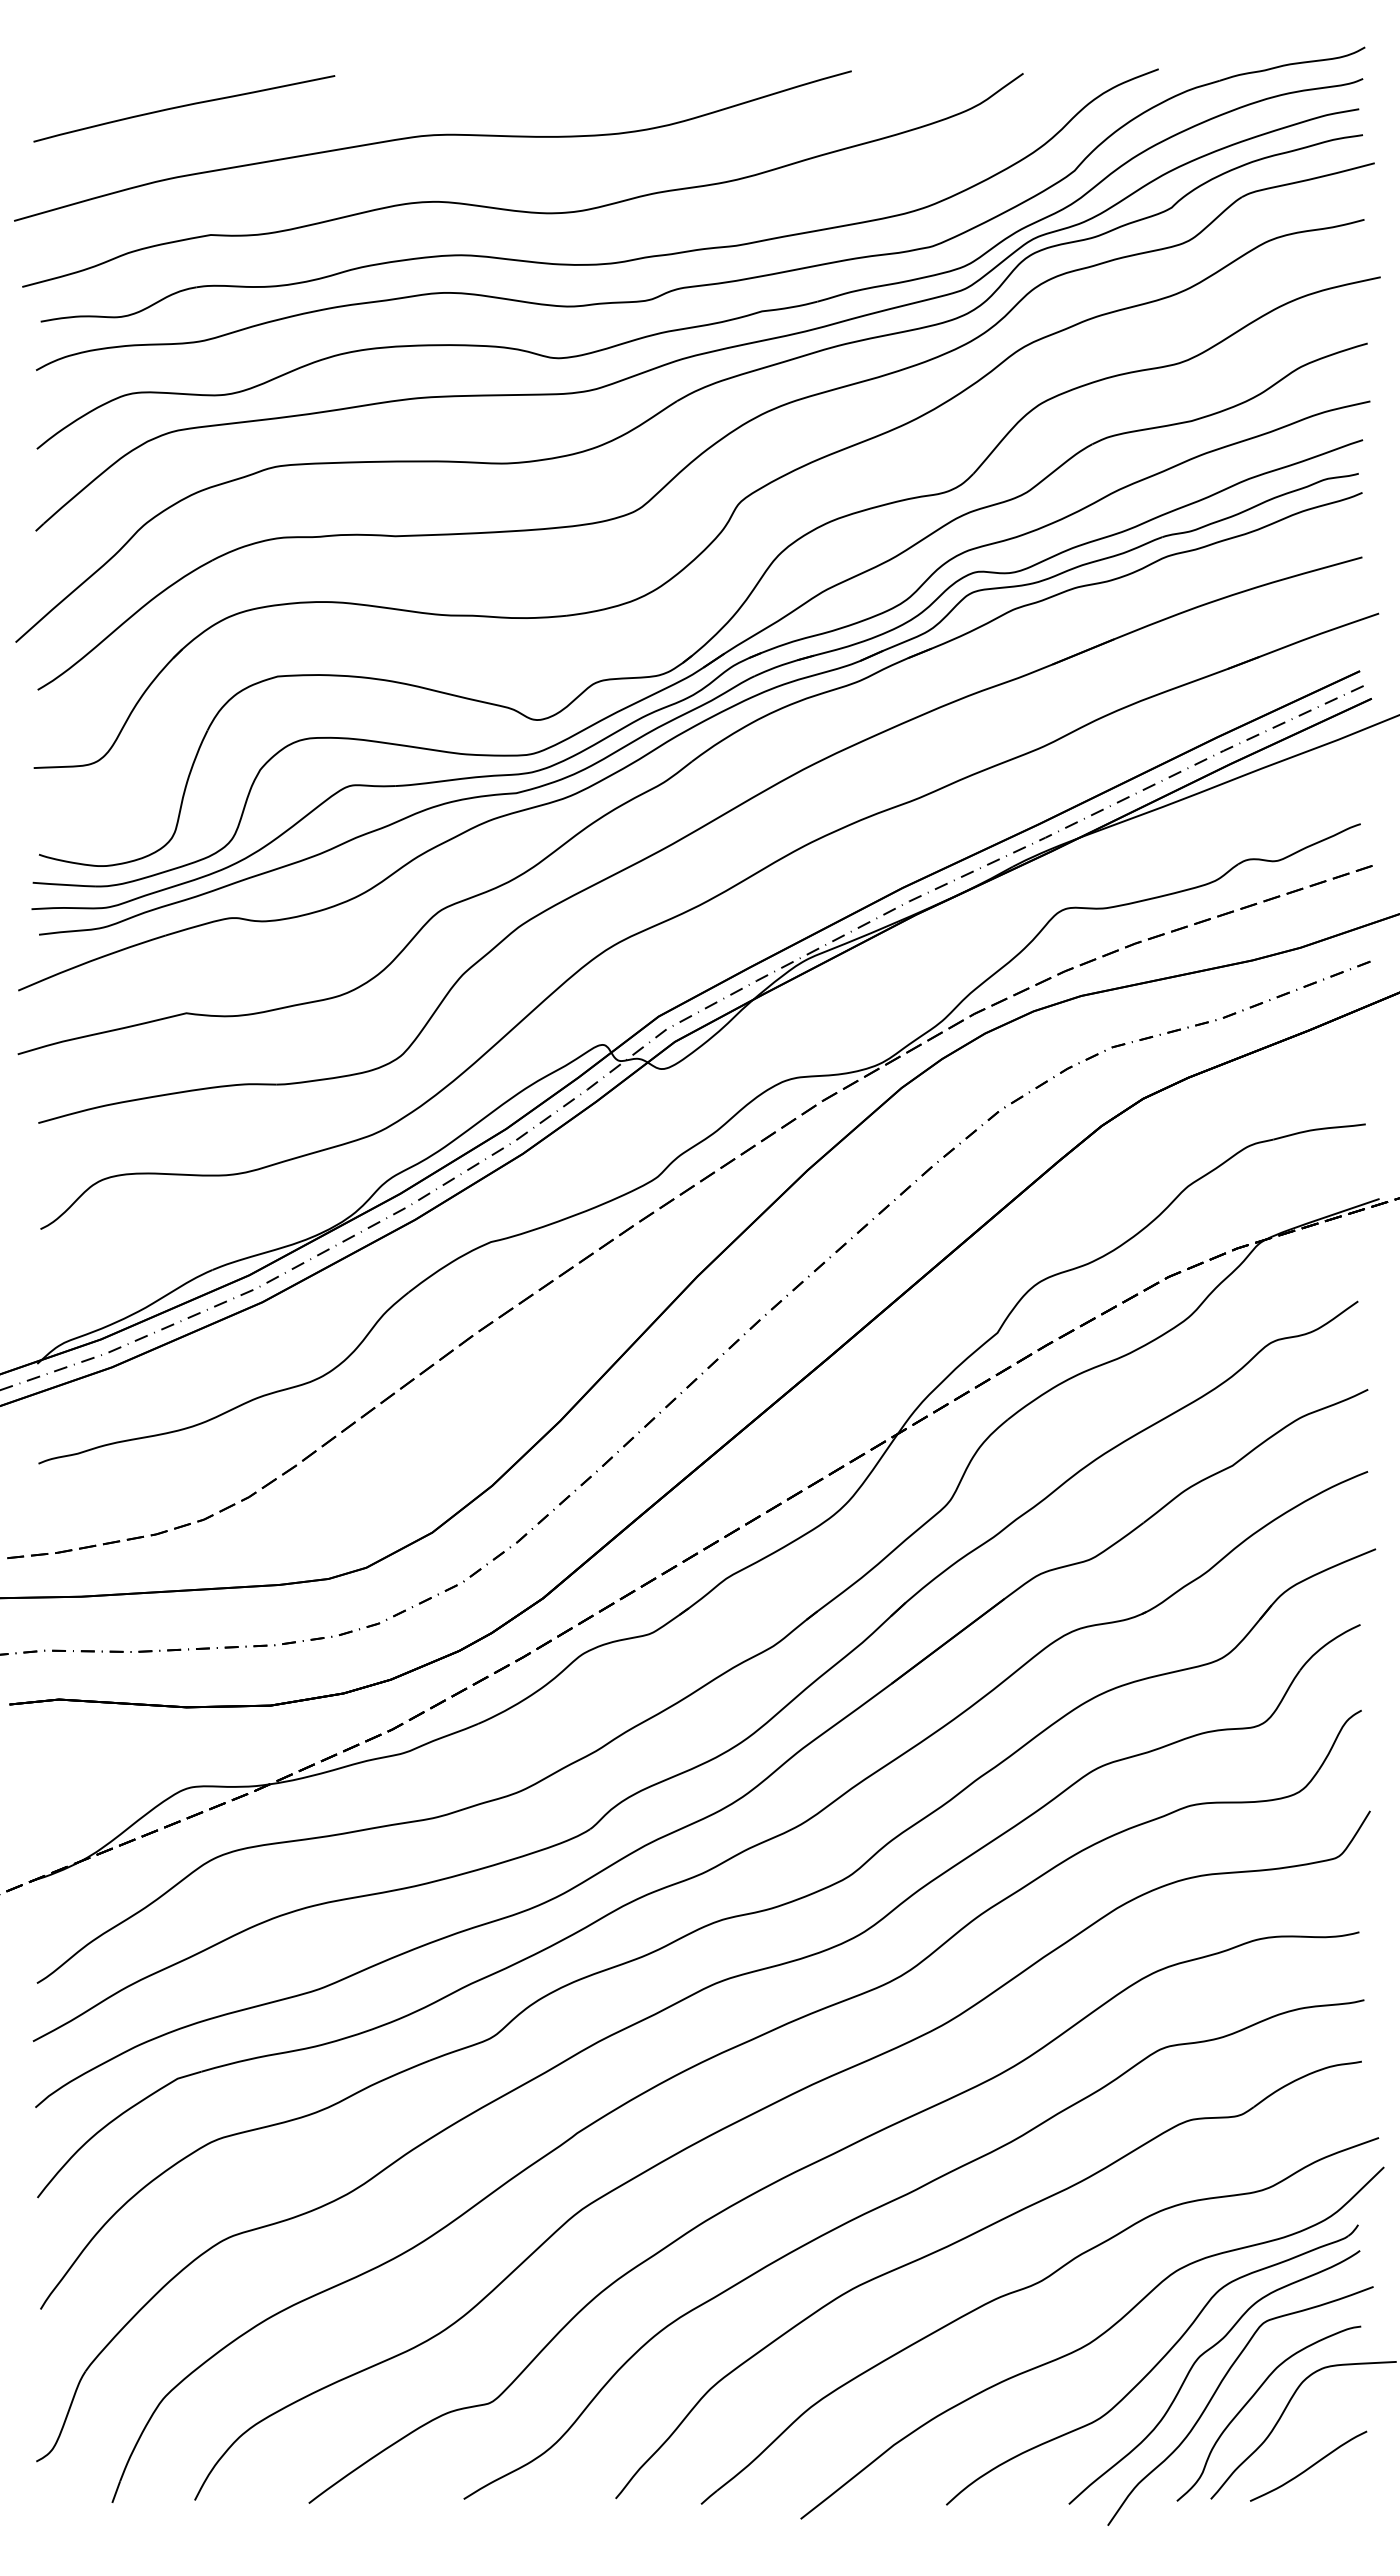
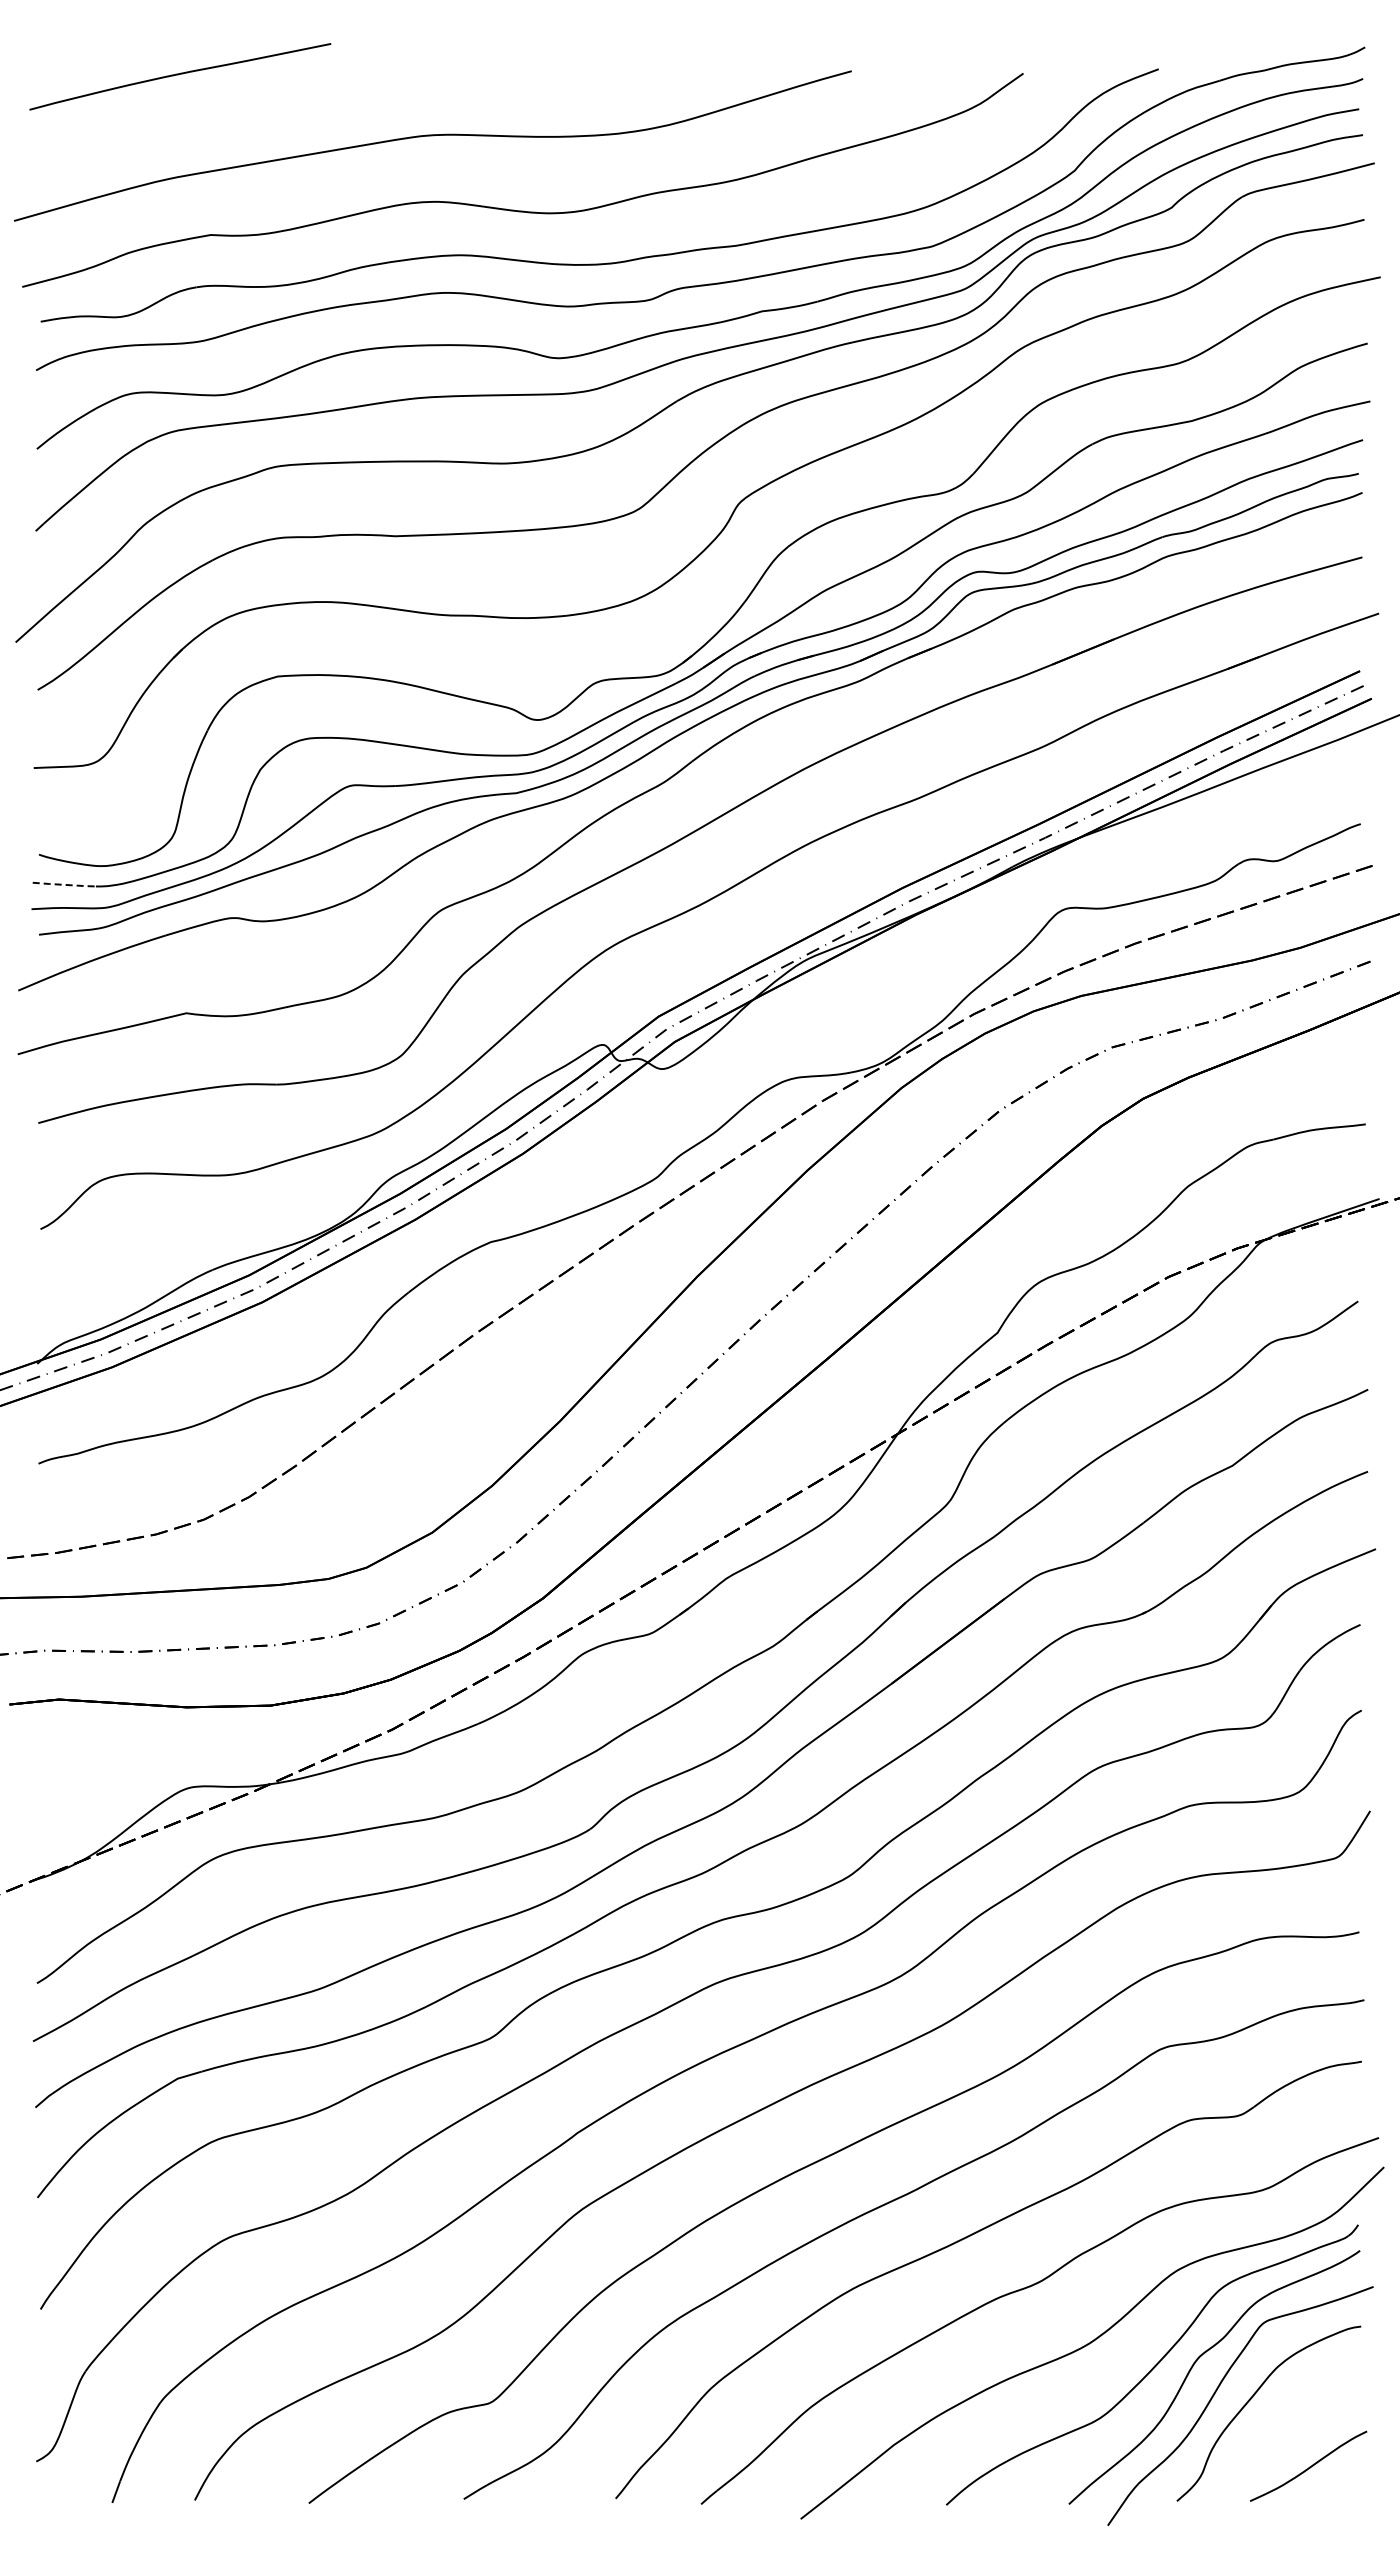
curve at (184, 106) position: (184, 106) -> (180, 74)
line at (65, 884): solid -> dashed
curve at (1282, 2416): present -> none
